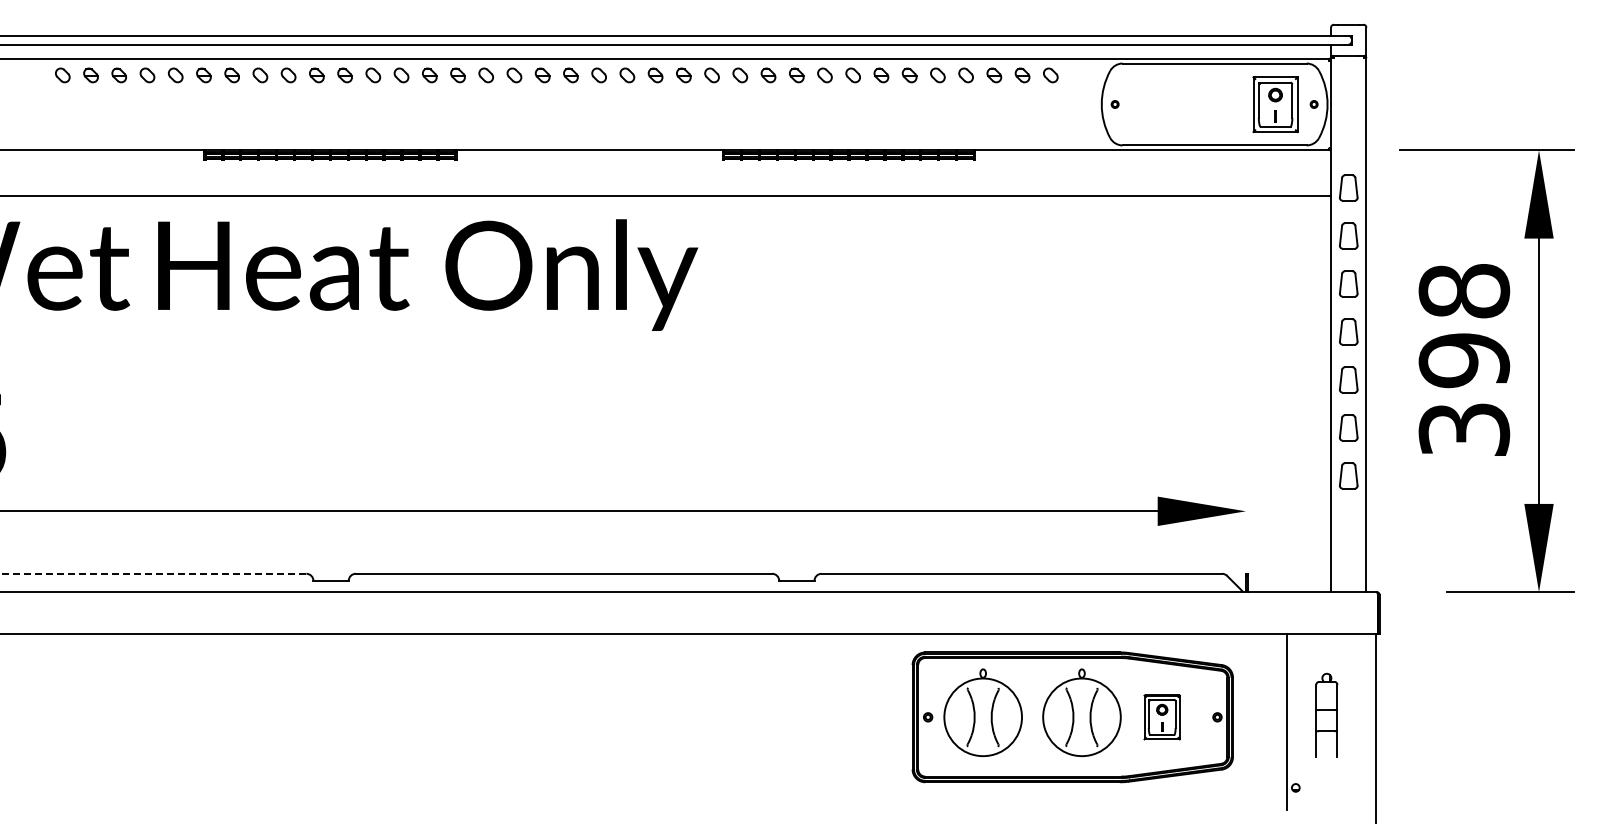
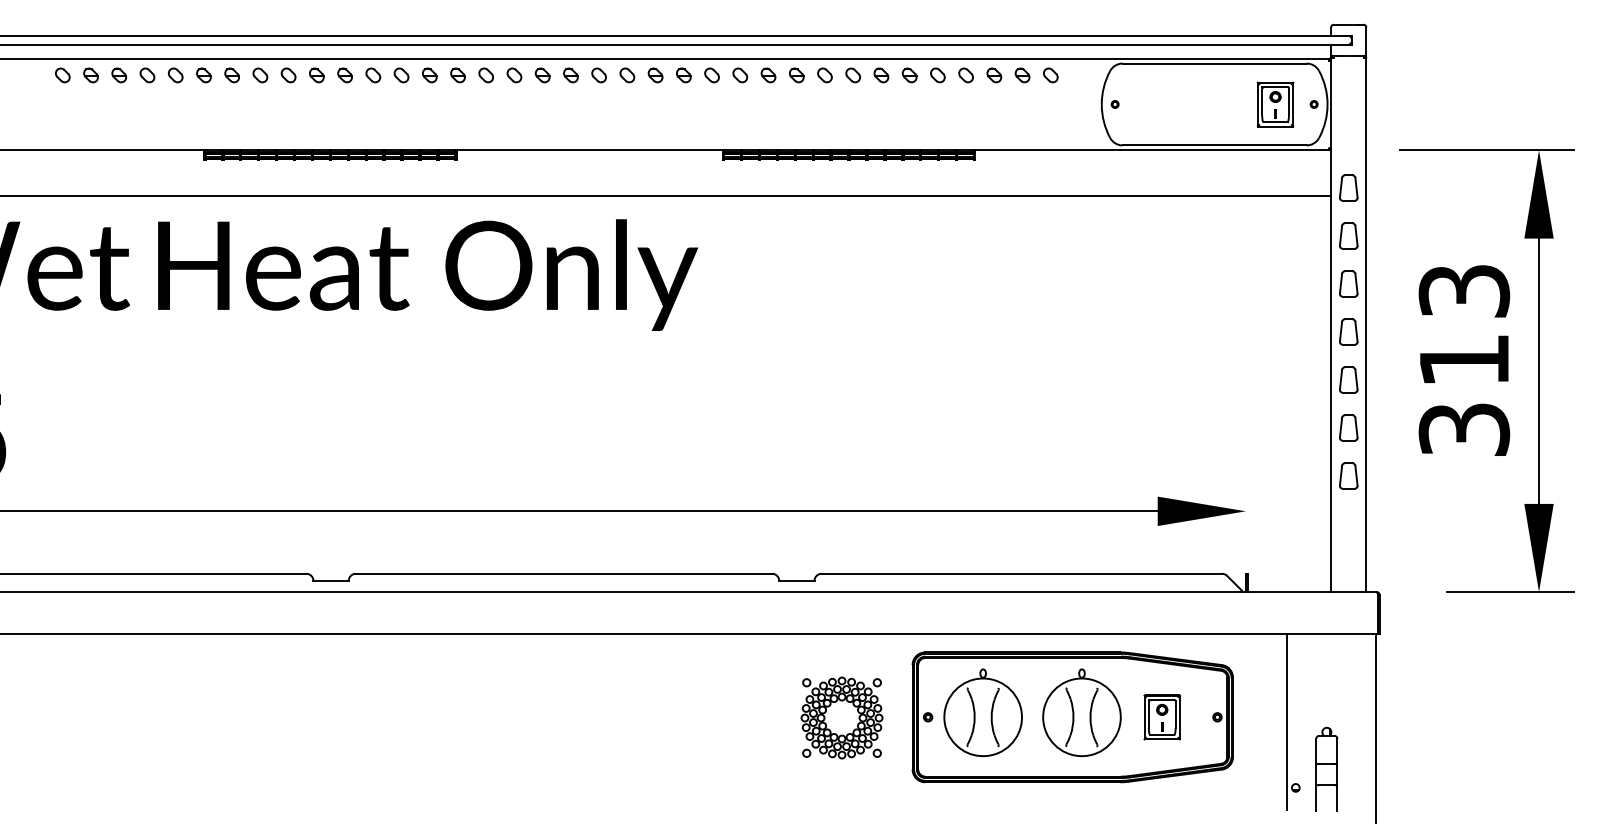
part at (1275, 104) size: 47x58 px -> 39x47 px
text at (1464, 326): 398 -> 313
line at (153, 573): dashed -> solid
part at (1326, 714) position: (1326, 714) -> (1326, 768)
part at (841, 717): none -> present
